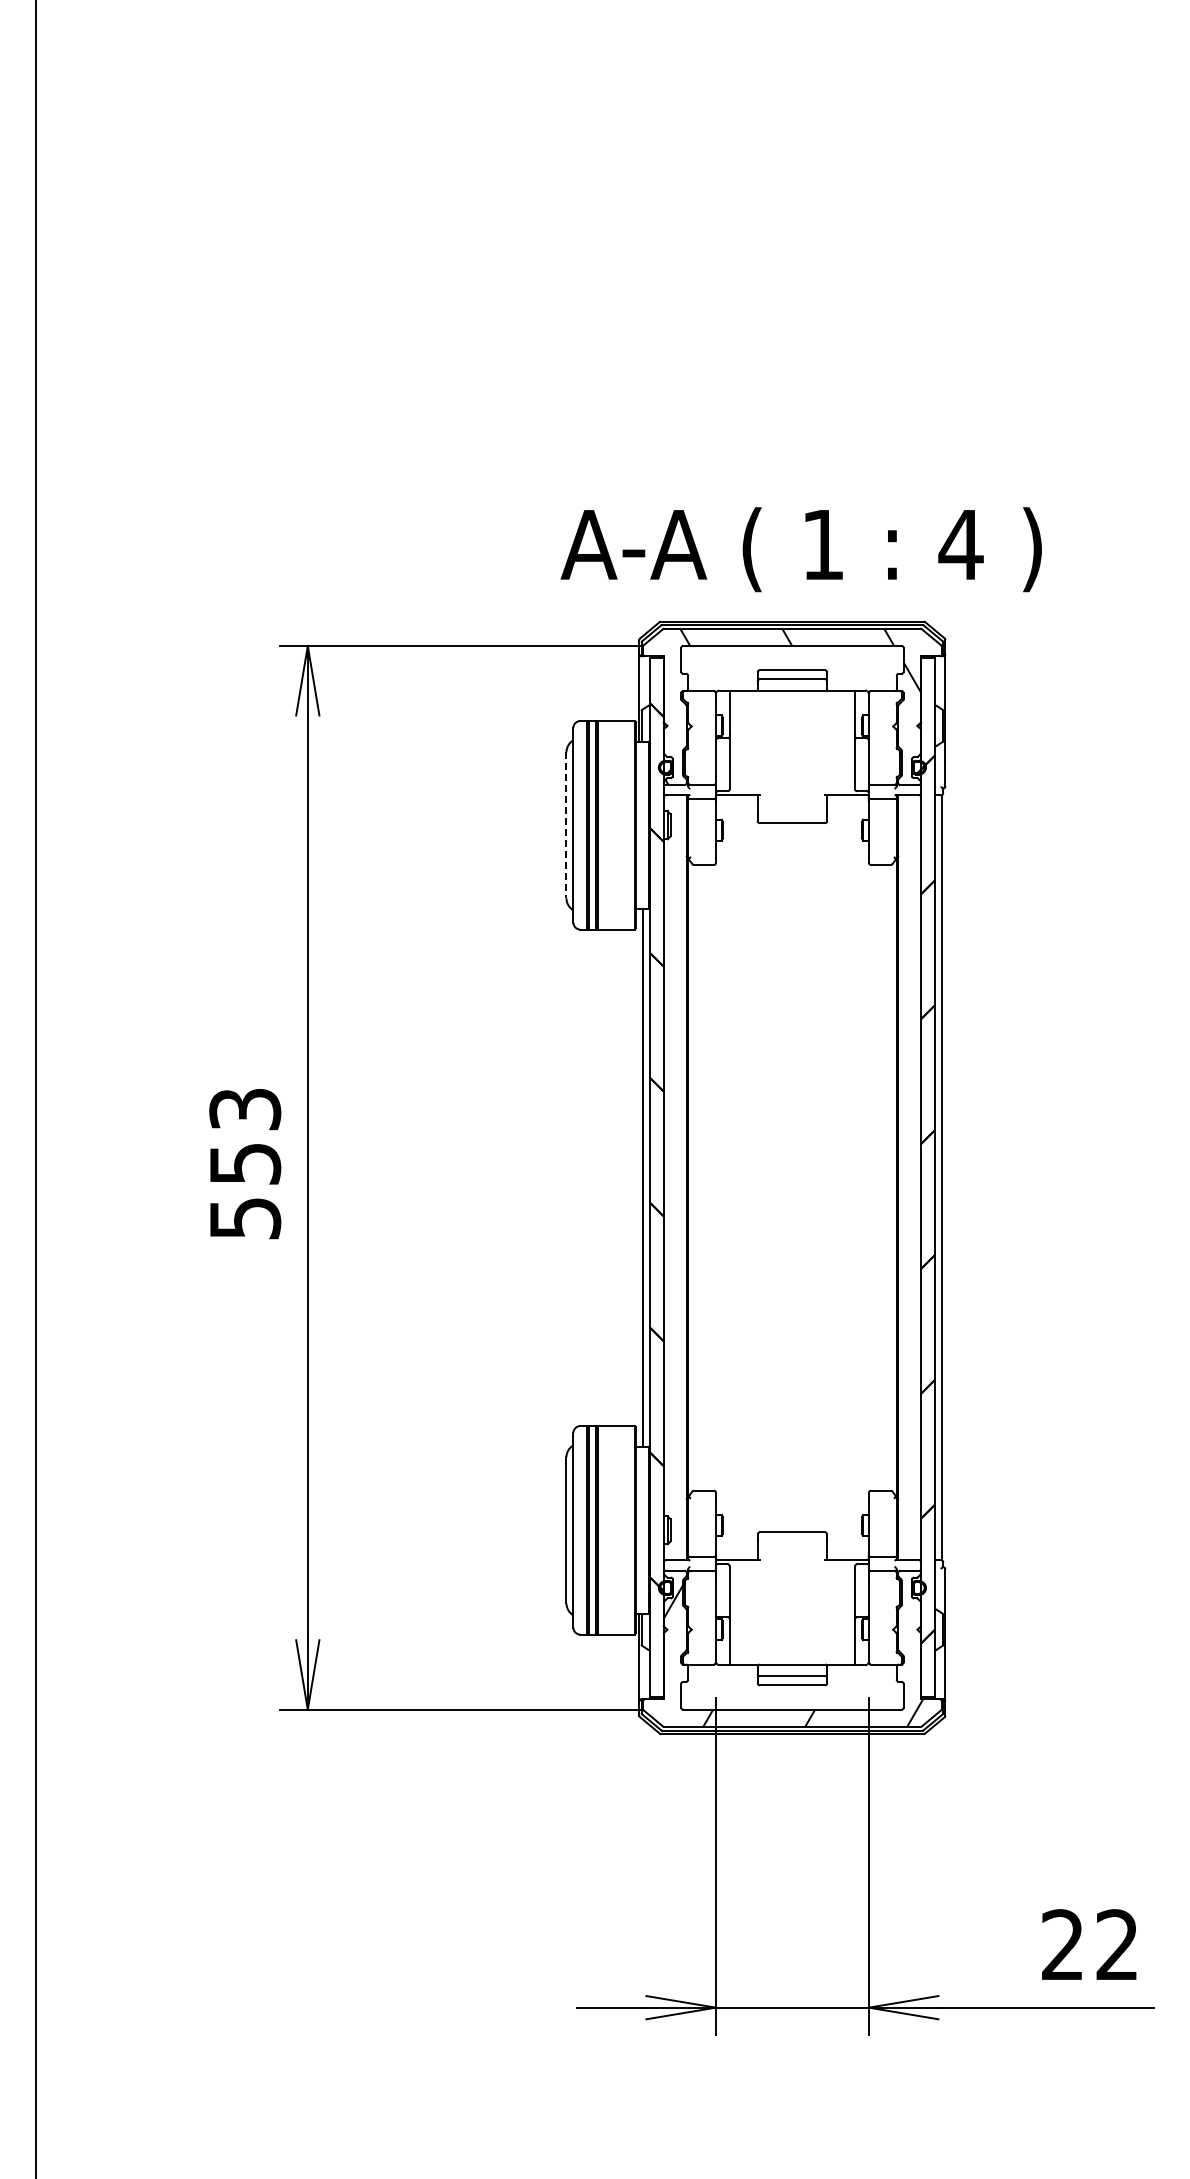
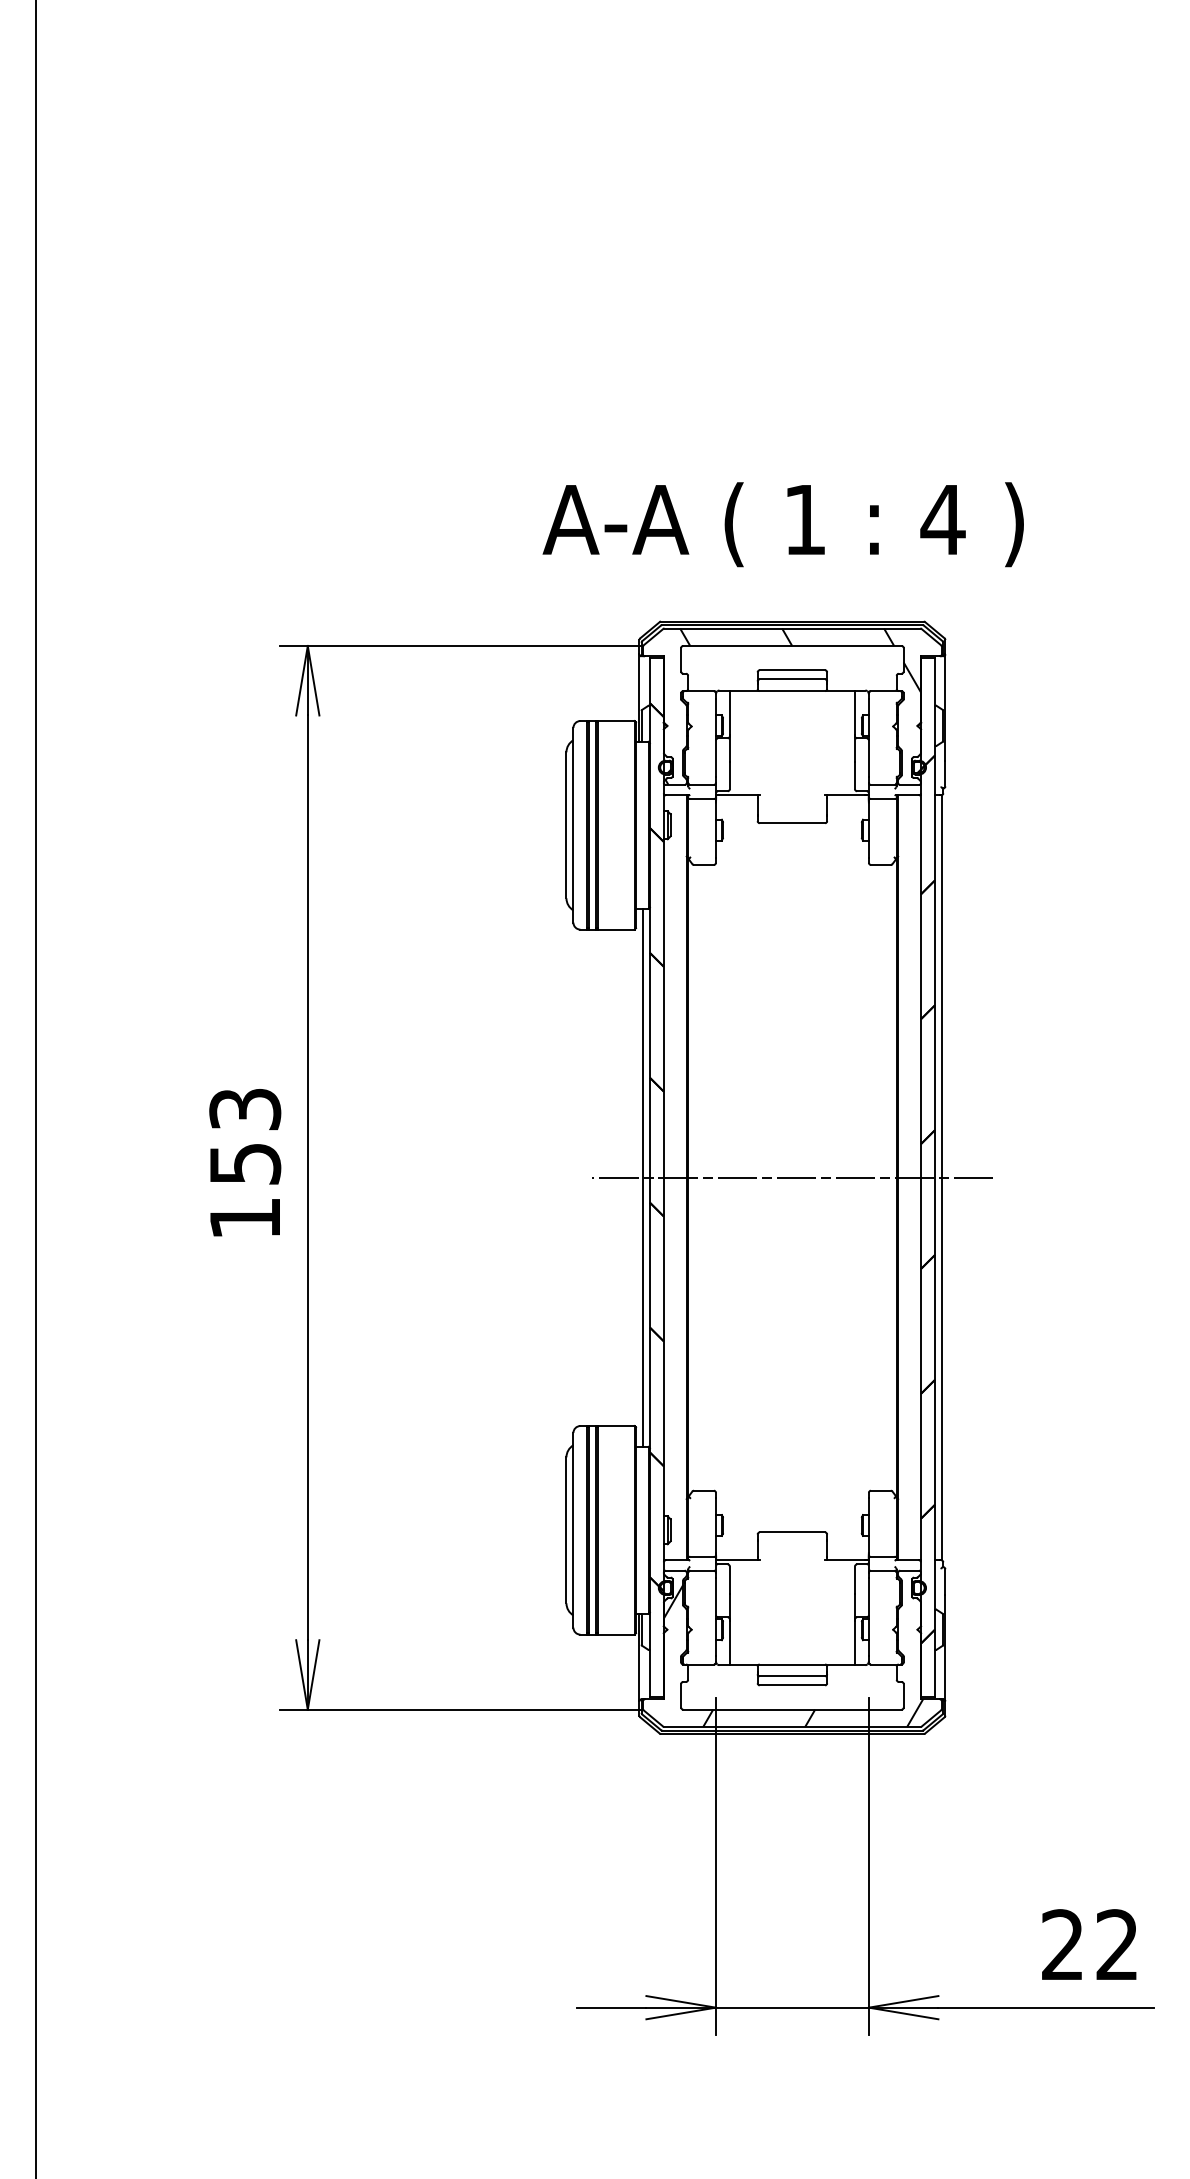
text at (800, 549) position: (800, 549) -> (782, 524)
line at (566, 825): dashed -> solid
line at (792, 1177): none -> present
text at (245, 1218): 553 -> 153
